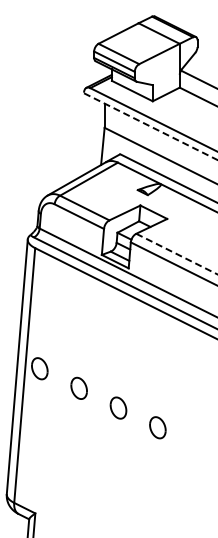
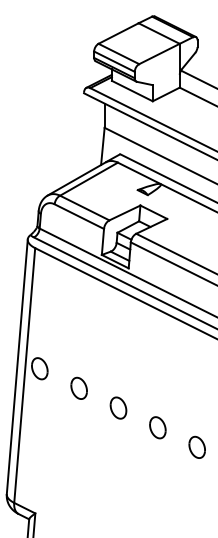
line at (151, 126): dashed -> solid
line at (177, 254): dashed -> solid
part at (196, 446): none -> present
